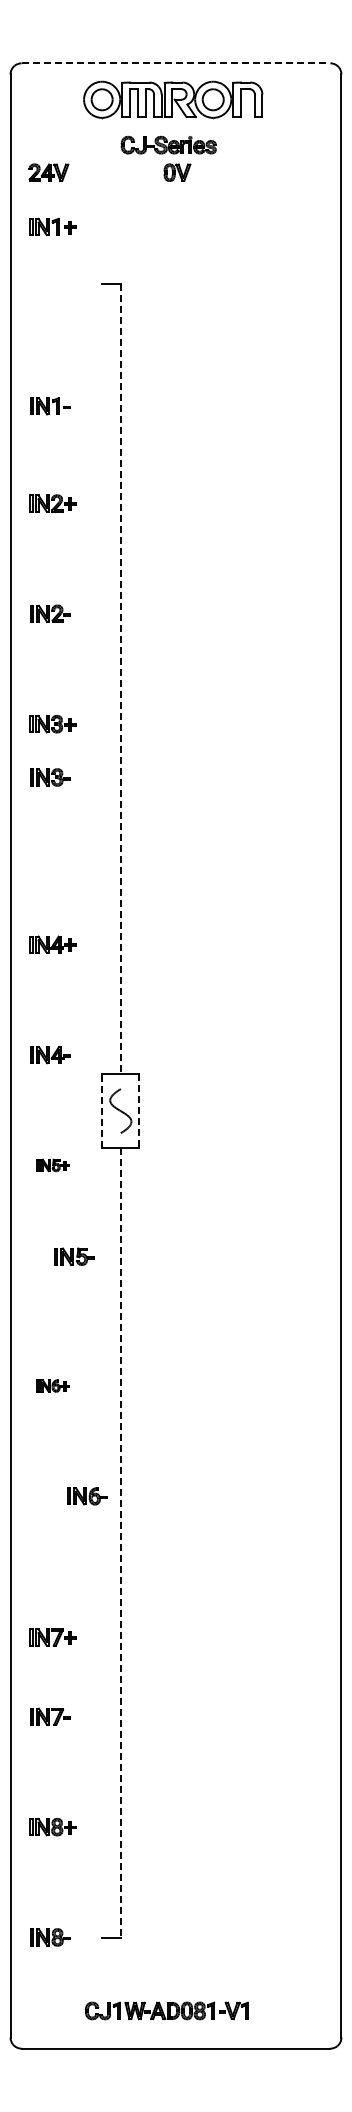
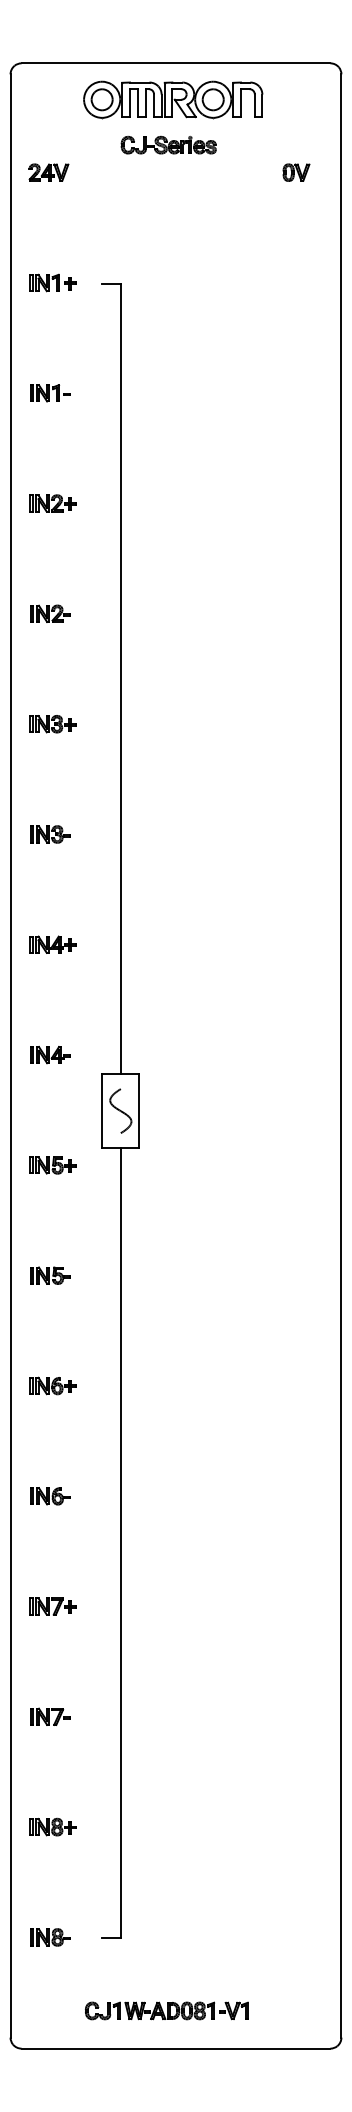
line at (176, 63): dashed -> solid
part at (177, 172) position: (177, 172) -> (296, 172)
part at (52, 226) position: (52, 226) -> (52, 282)
part at (50, 406) position: (50, 406) -> (50, 393)
line at (120, 679): dashed -> solid
part at (50, 777) position: (50, 777) -> (50, 834)
line at (102, 1111): dashed -> solid
line at (139, 1111): dashed -> solid
part at (52, 1165) size: 34x15 px -> 48x19 px
part at (74, 1256) position: (74, 1256) -> (50, 1275)
part at (52, 1385) size: 34x14 px -> 48x20 px
part at (87, 1496) position: (87, 1496) -> (50, 1496)
line at (120, 1543): dashed -> solid
part at (52, 1637) position: (52, 1637) -> (52, 1606)
